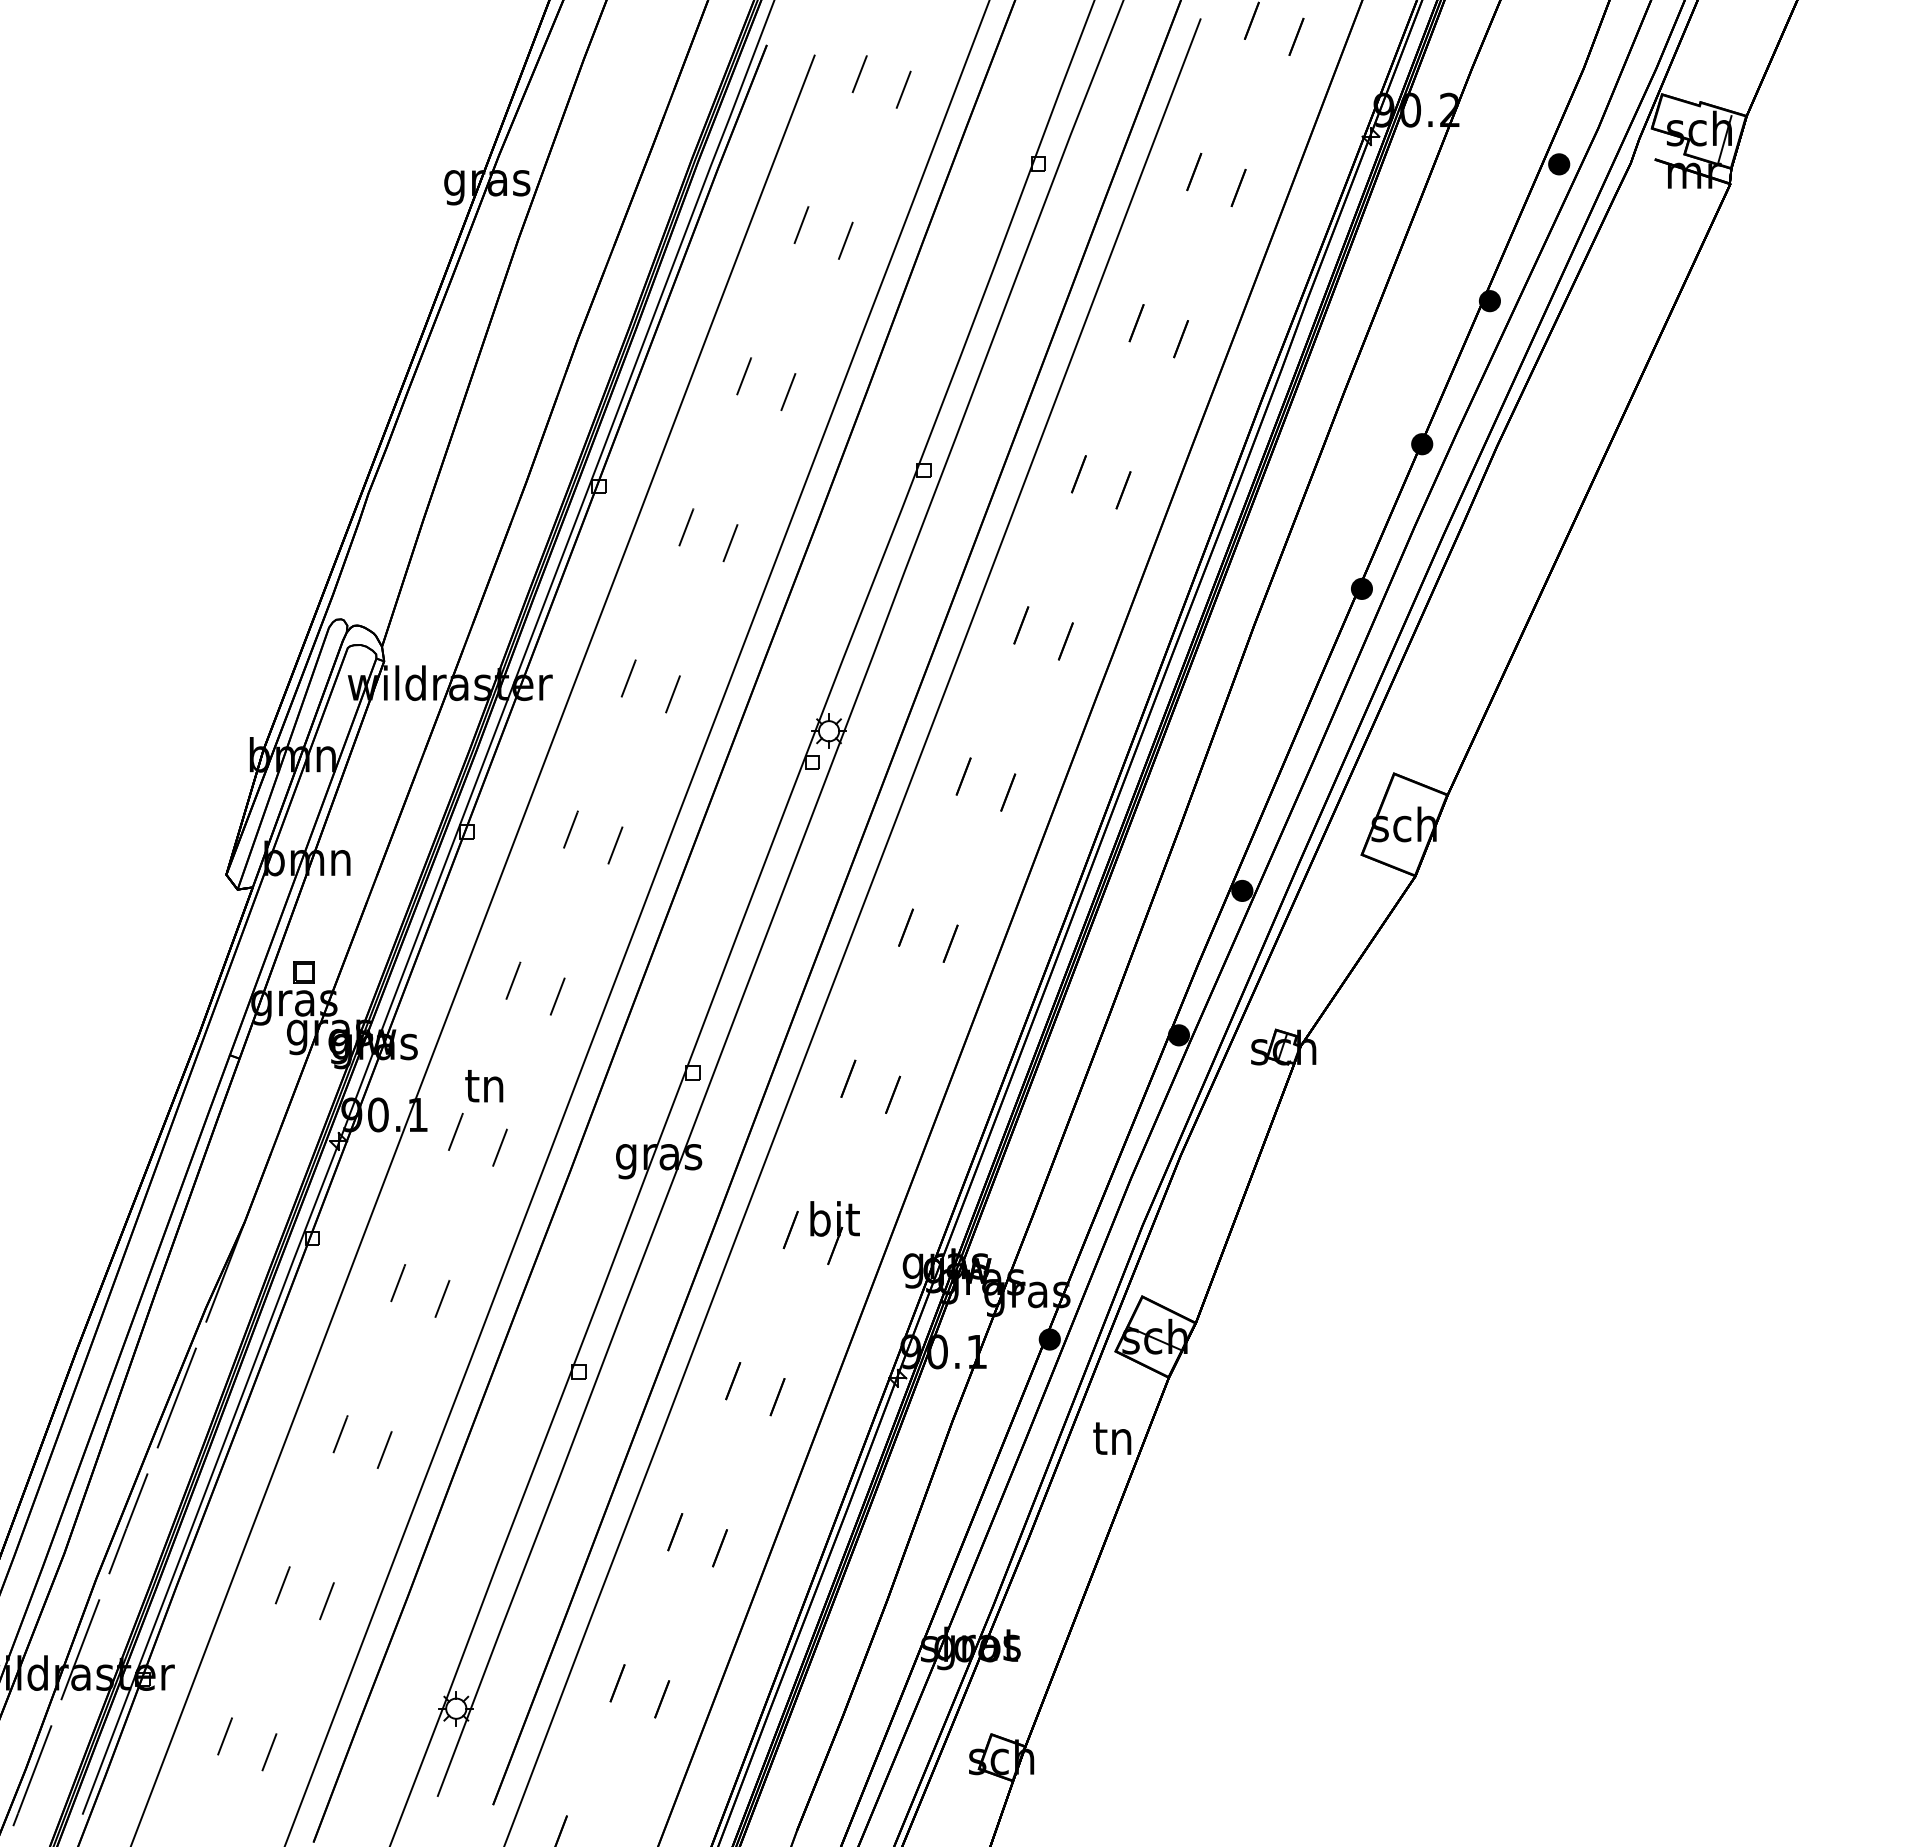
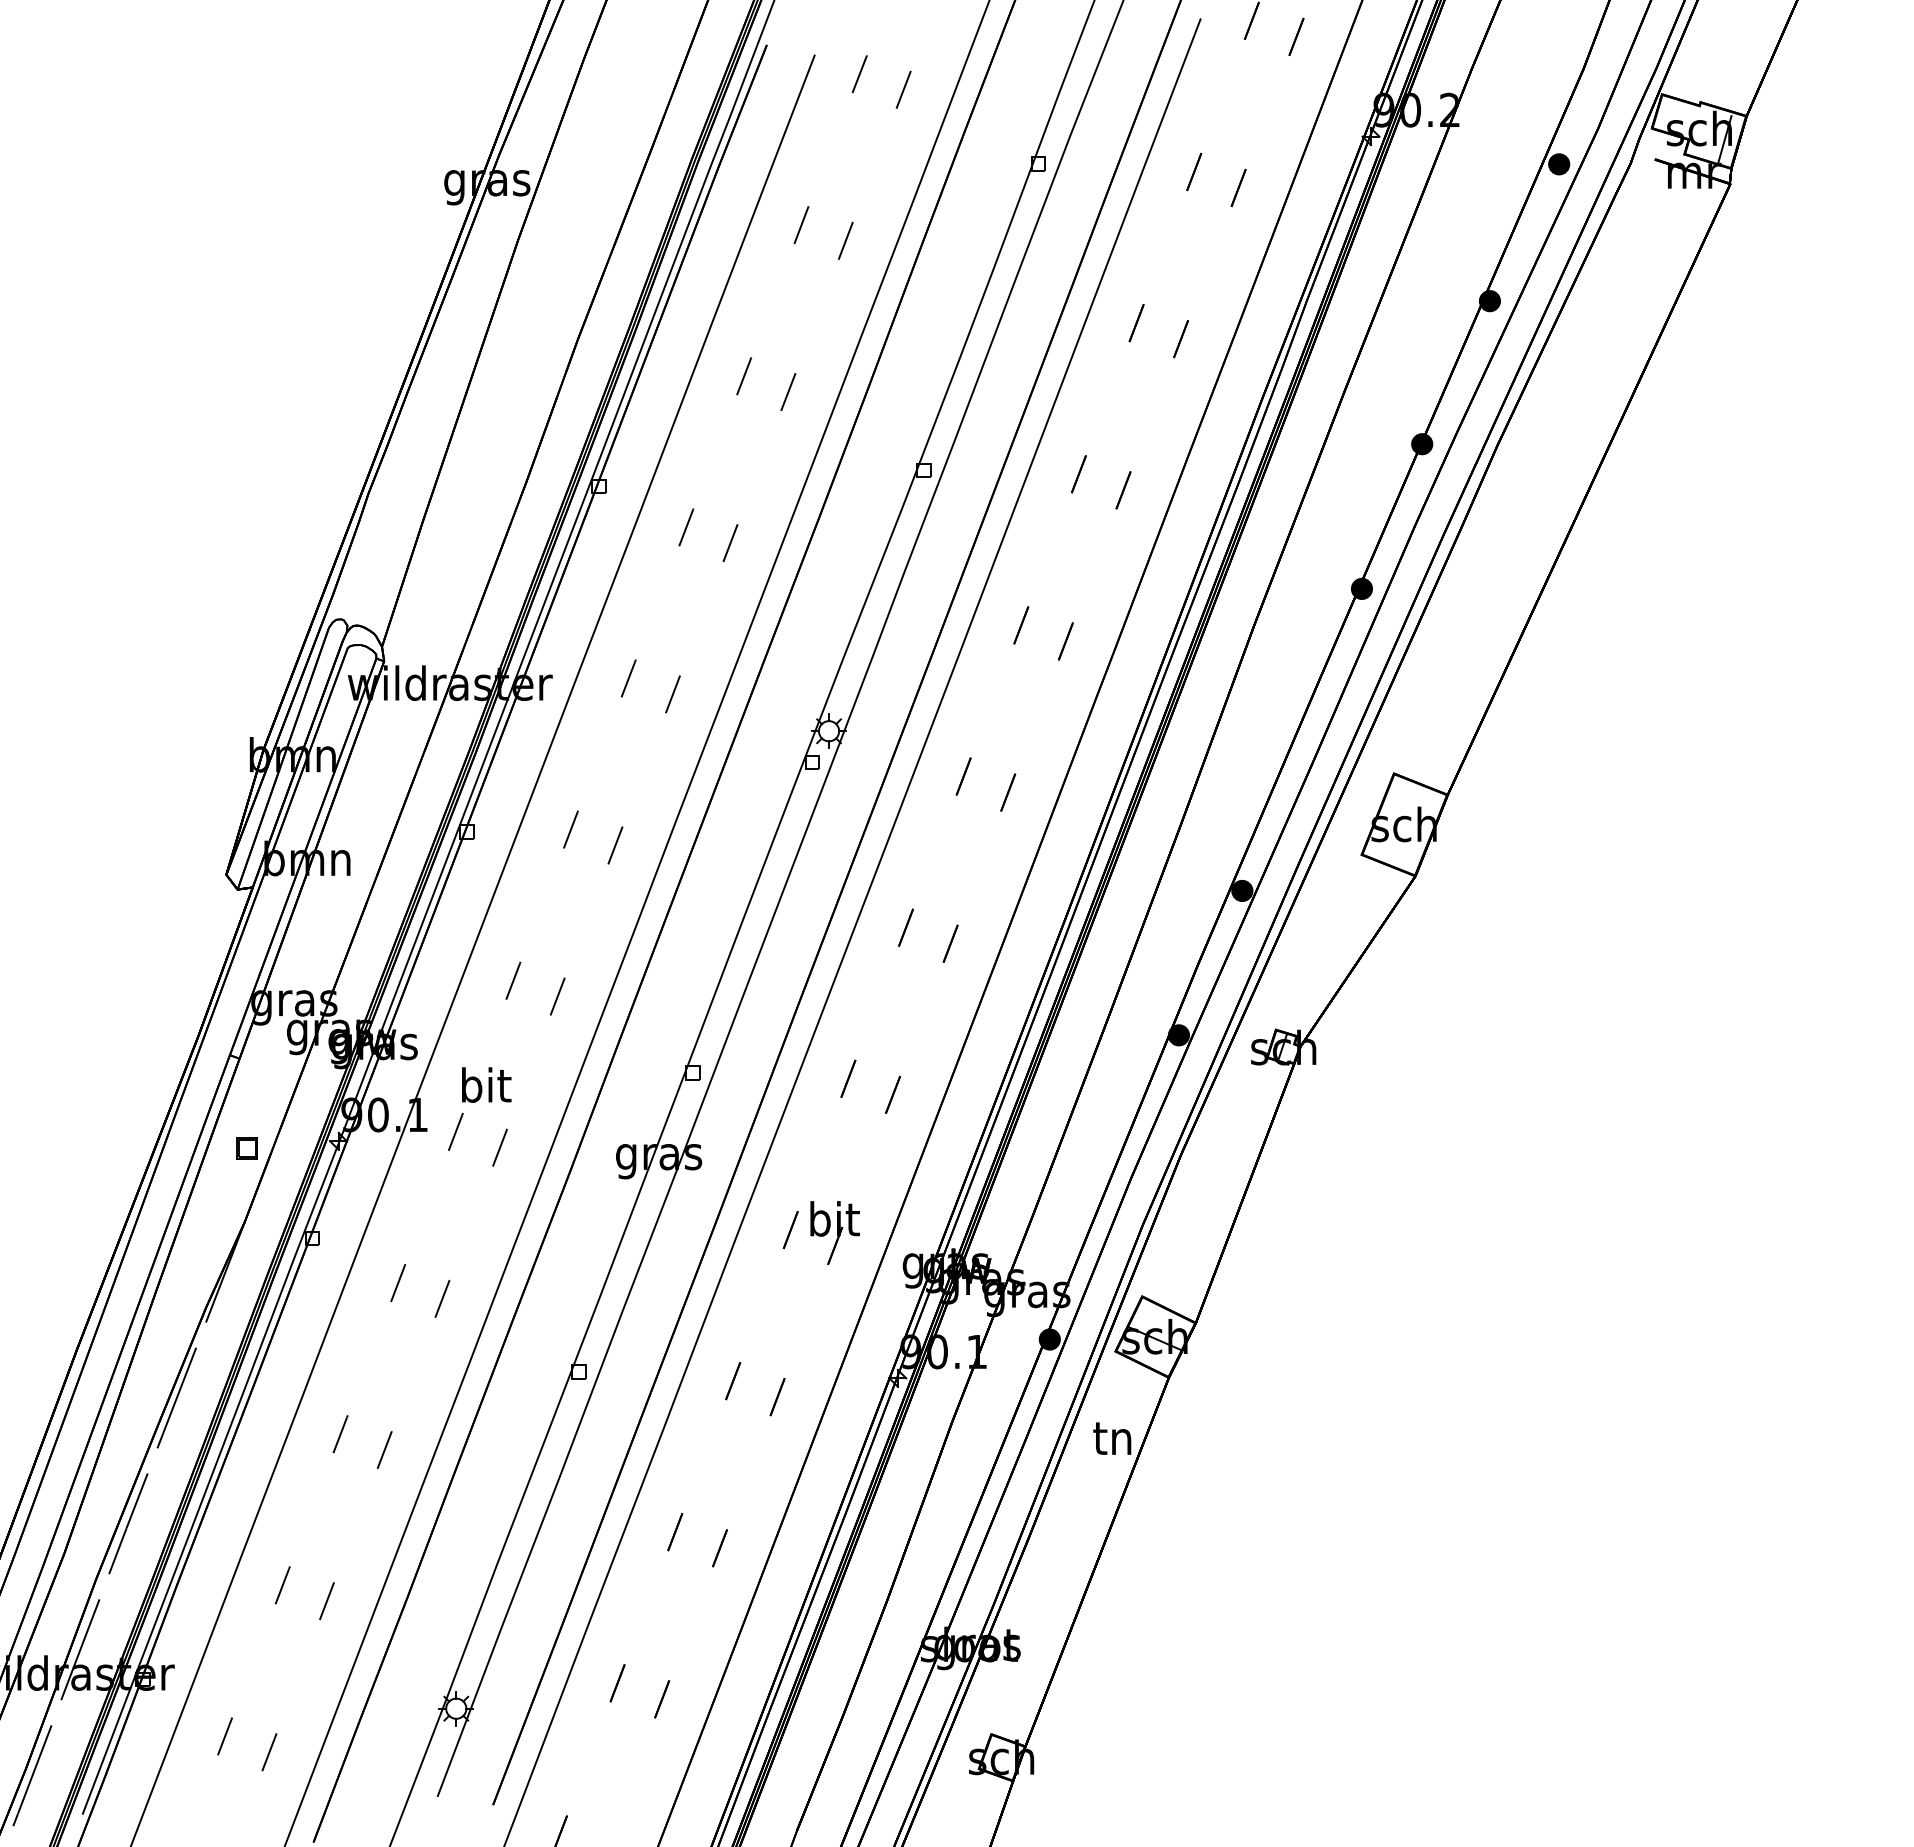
part at (303, 972) position: (303, 972) -> (246, 1148)
text at (486, 1084): tn -> bit
